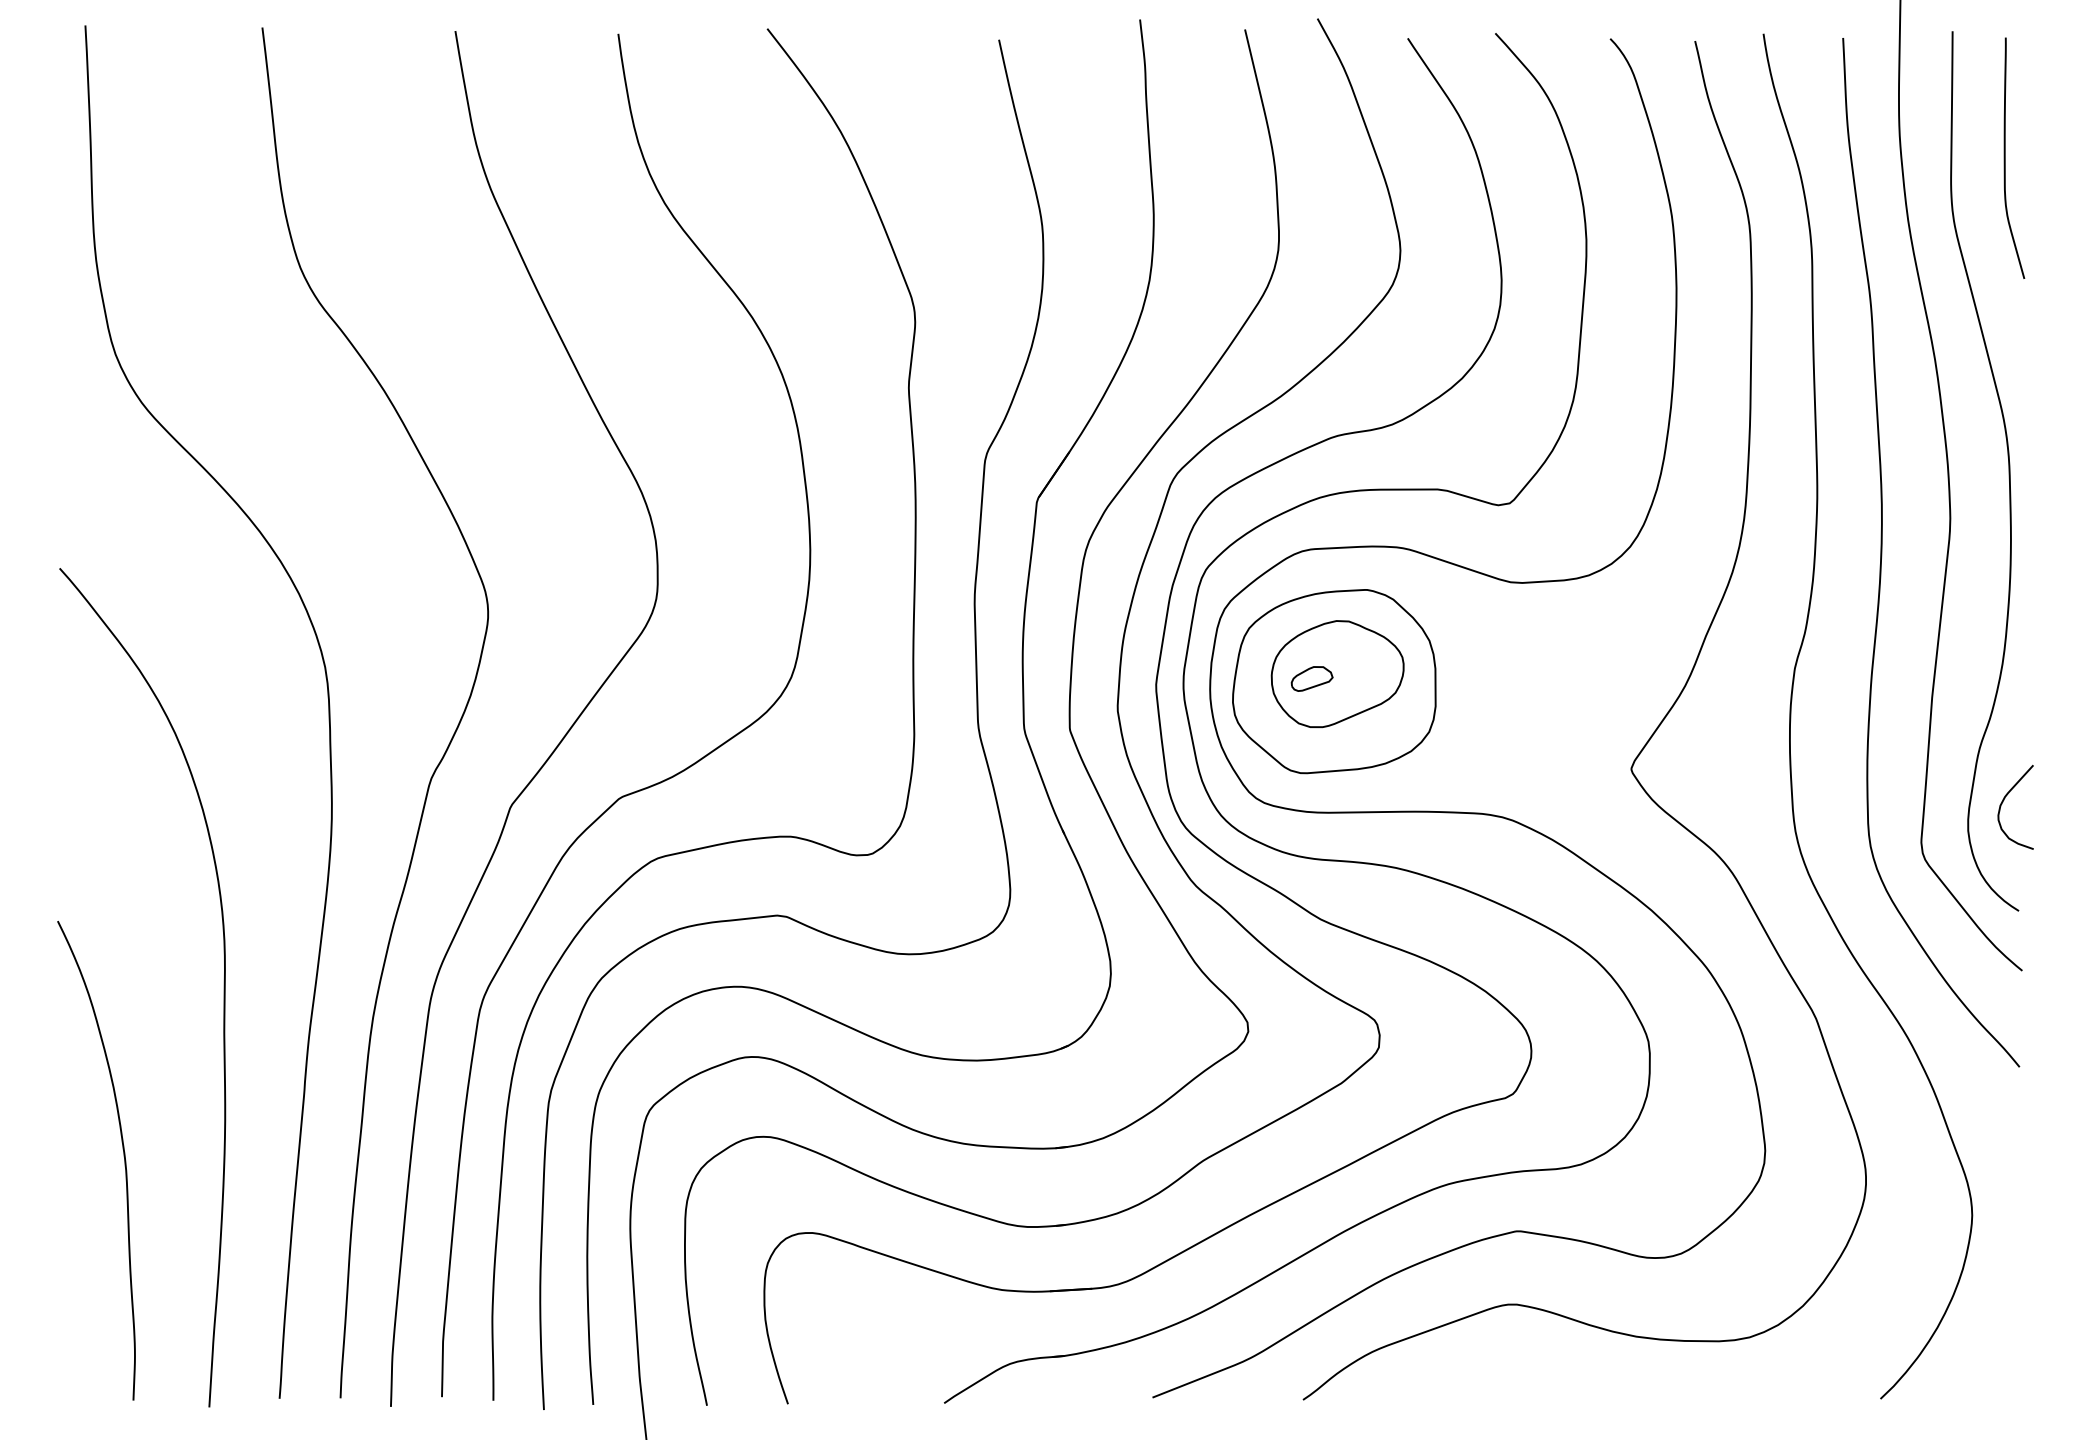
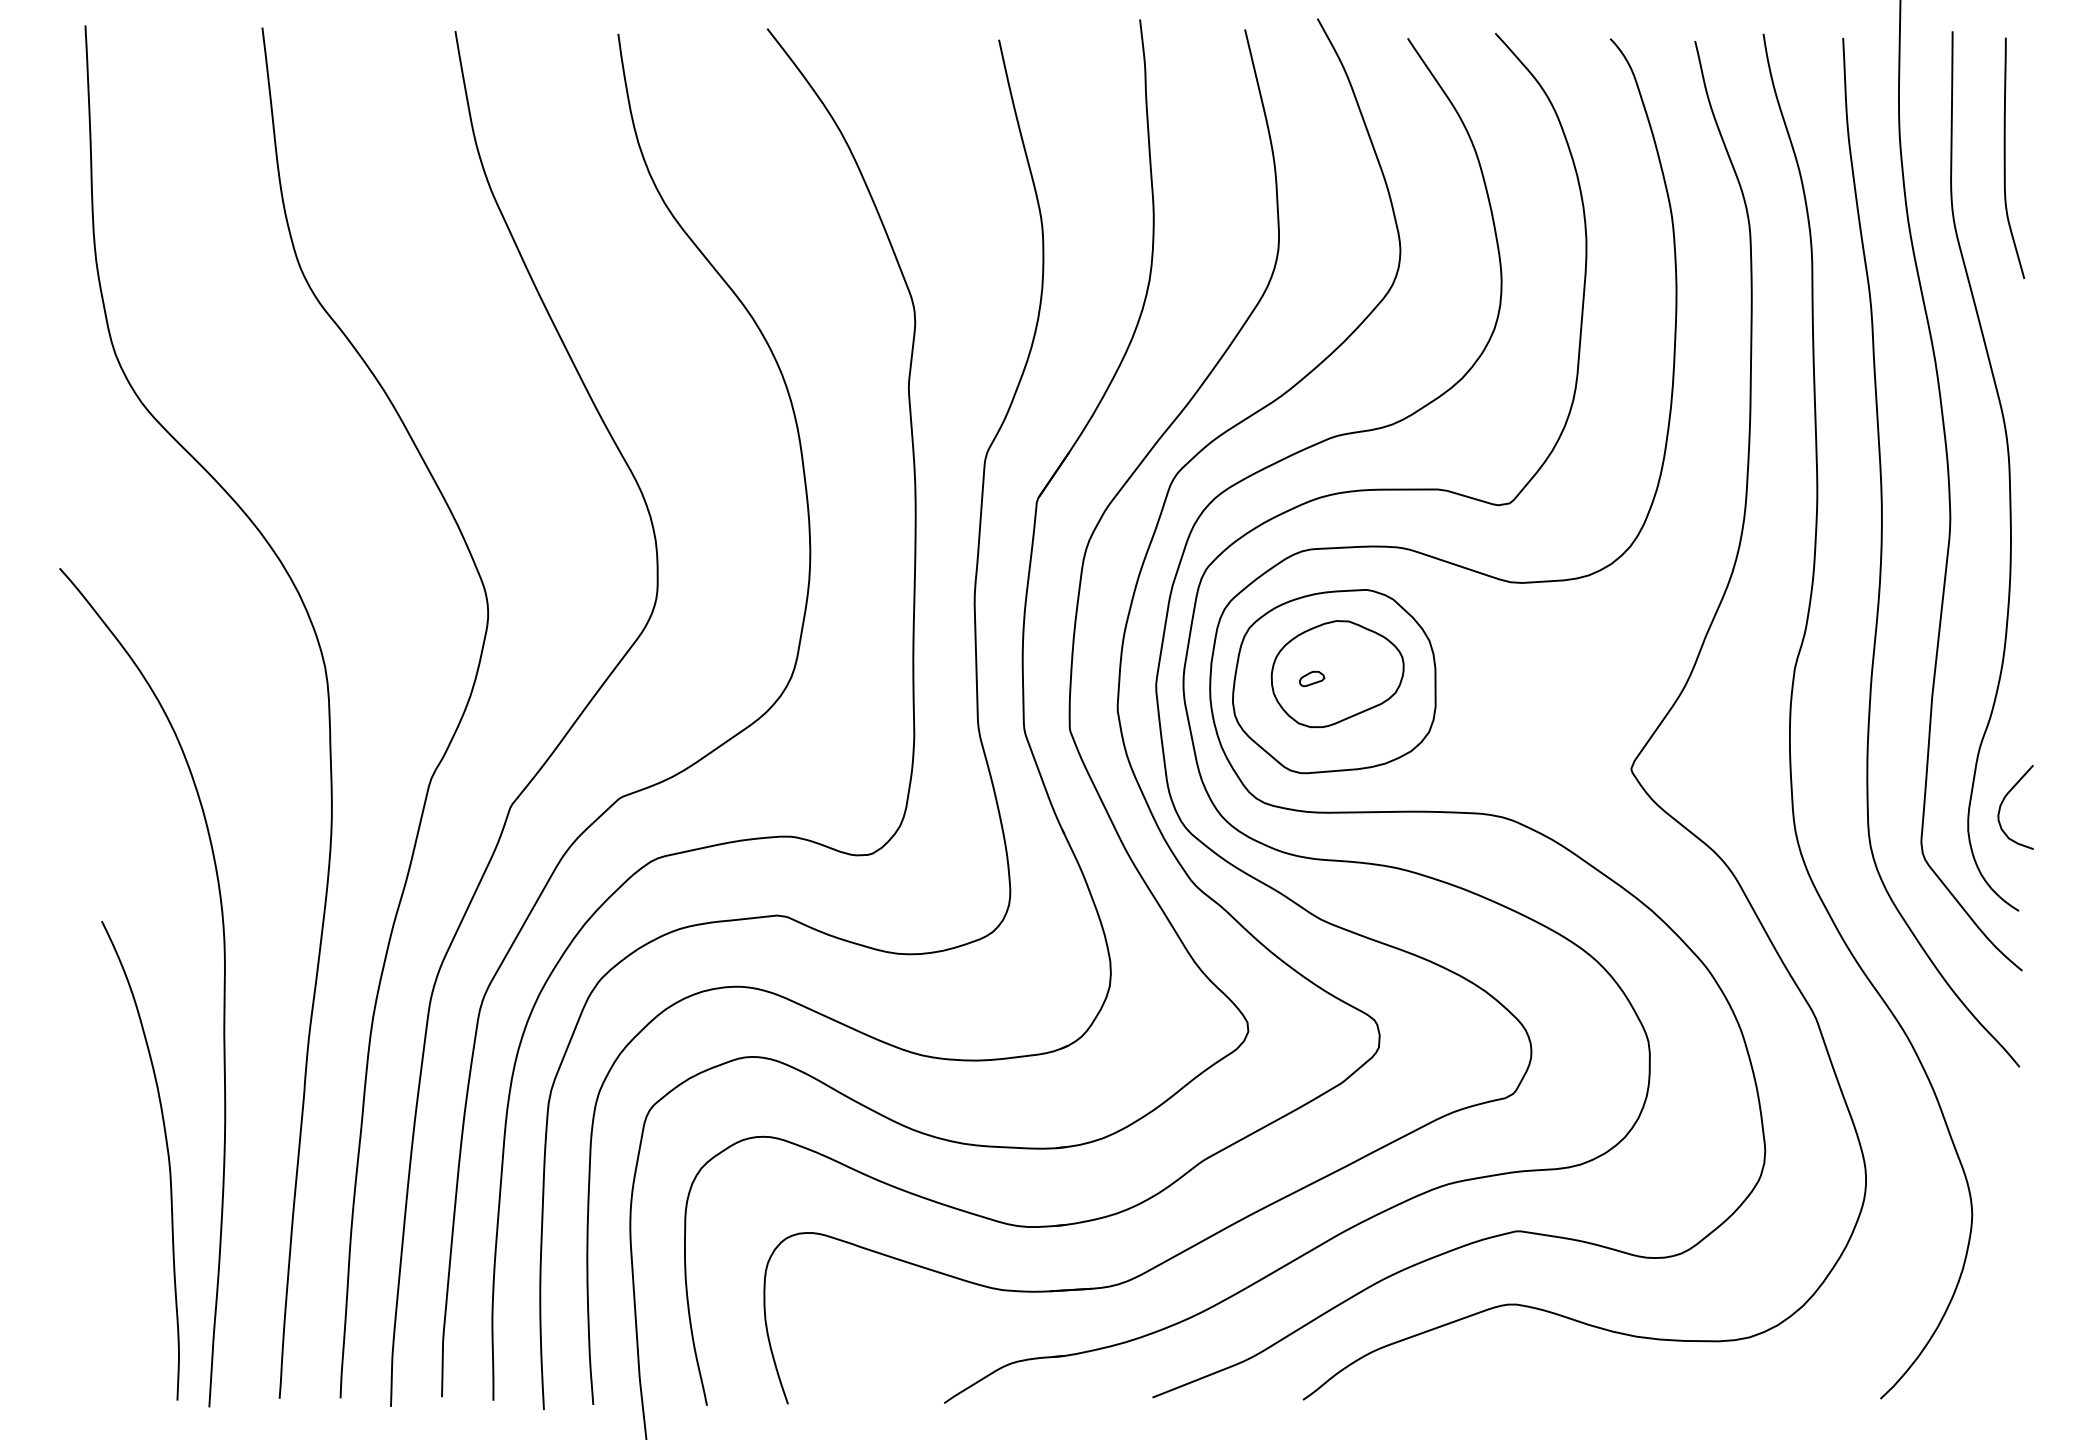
part at (1311, 678) size: 44x26 px -> 27x18 px
curve at (123, 1156) position: (123, 1156) -> (167, 1156)
